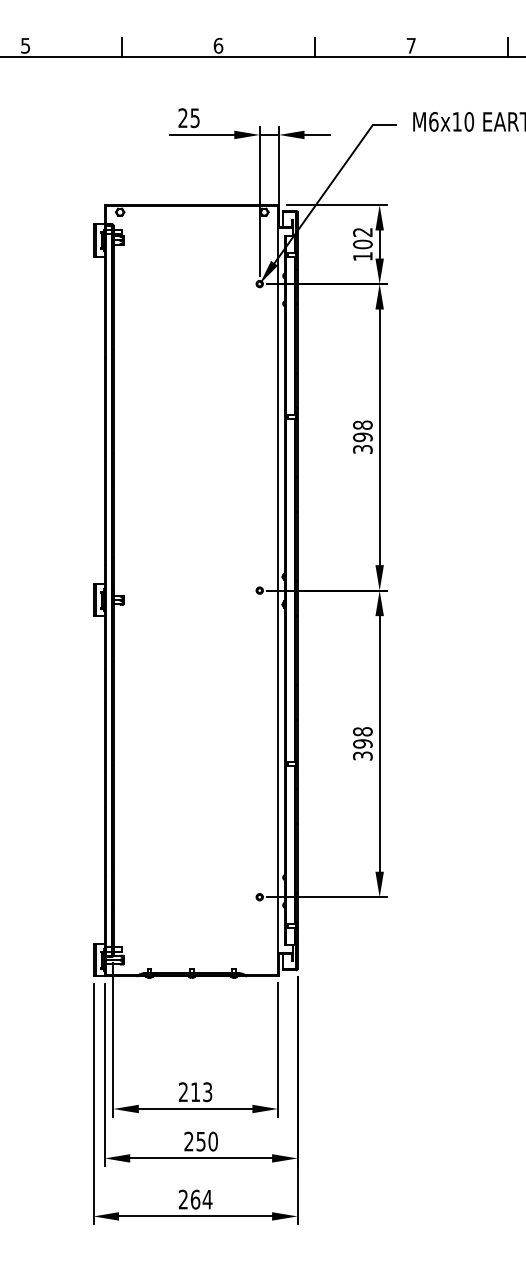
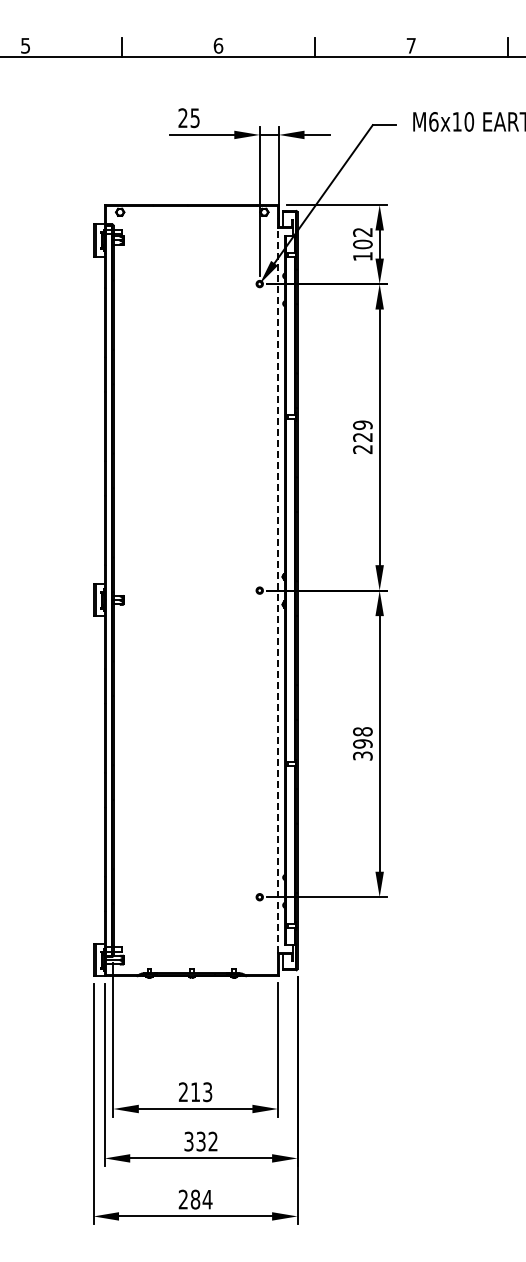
text at (362, 436): 398 -> 229
line at (277, 590): solid -> dashed
text at (200, 1141): 250 -> 332
text at (195, 1199): 264 -> 284
